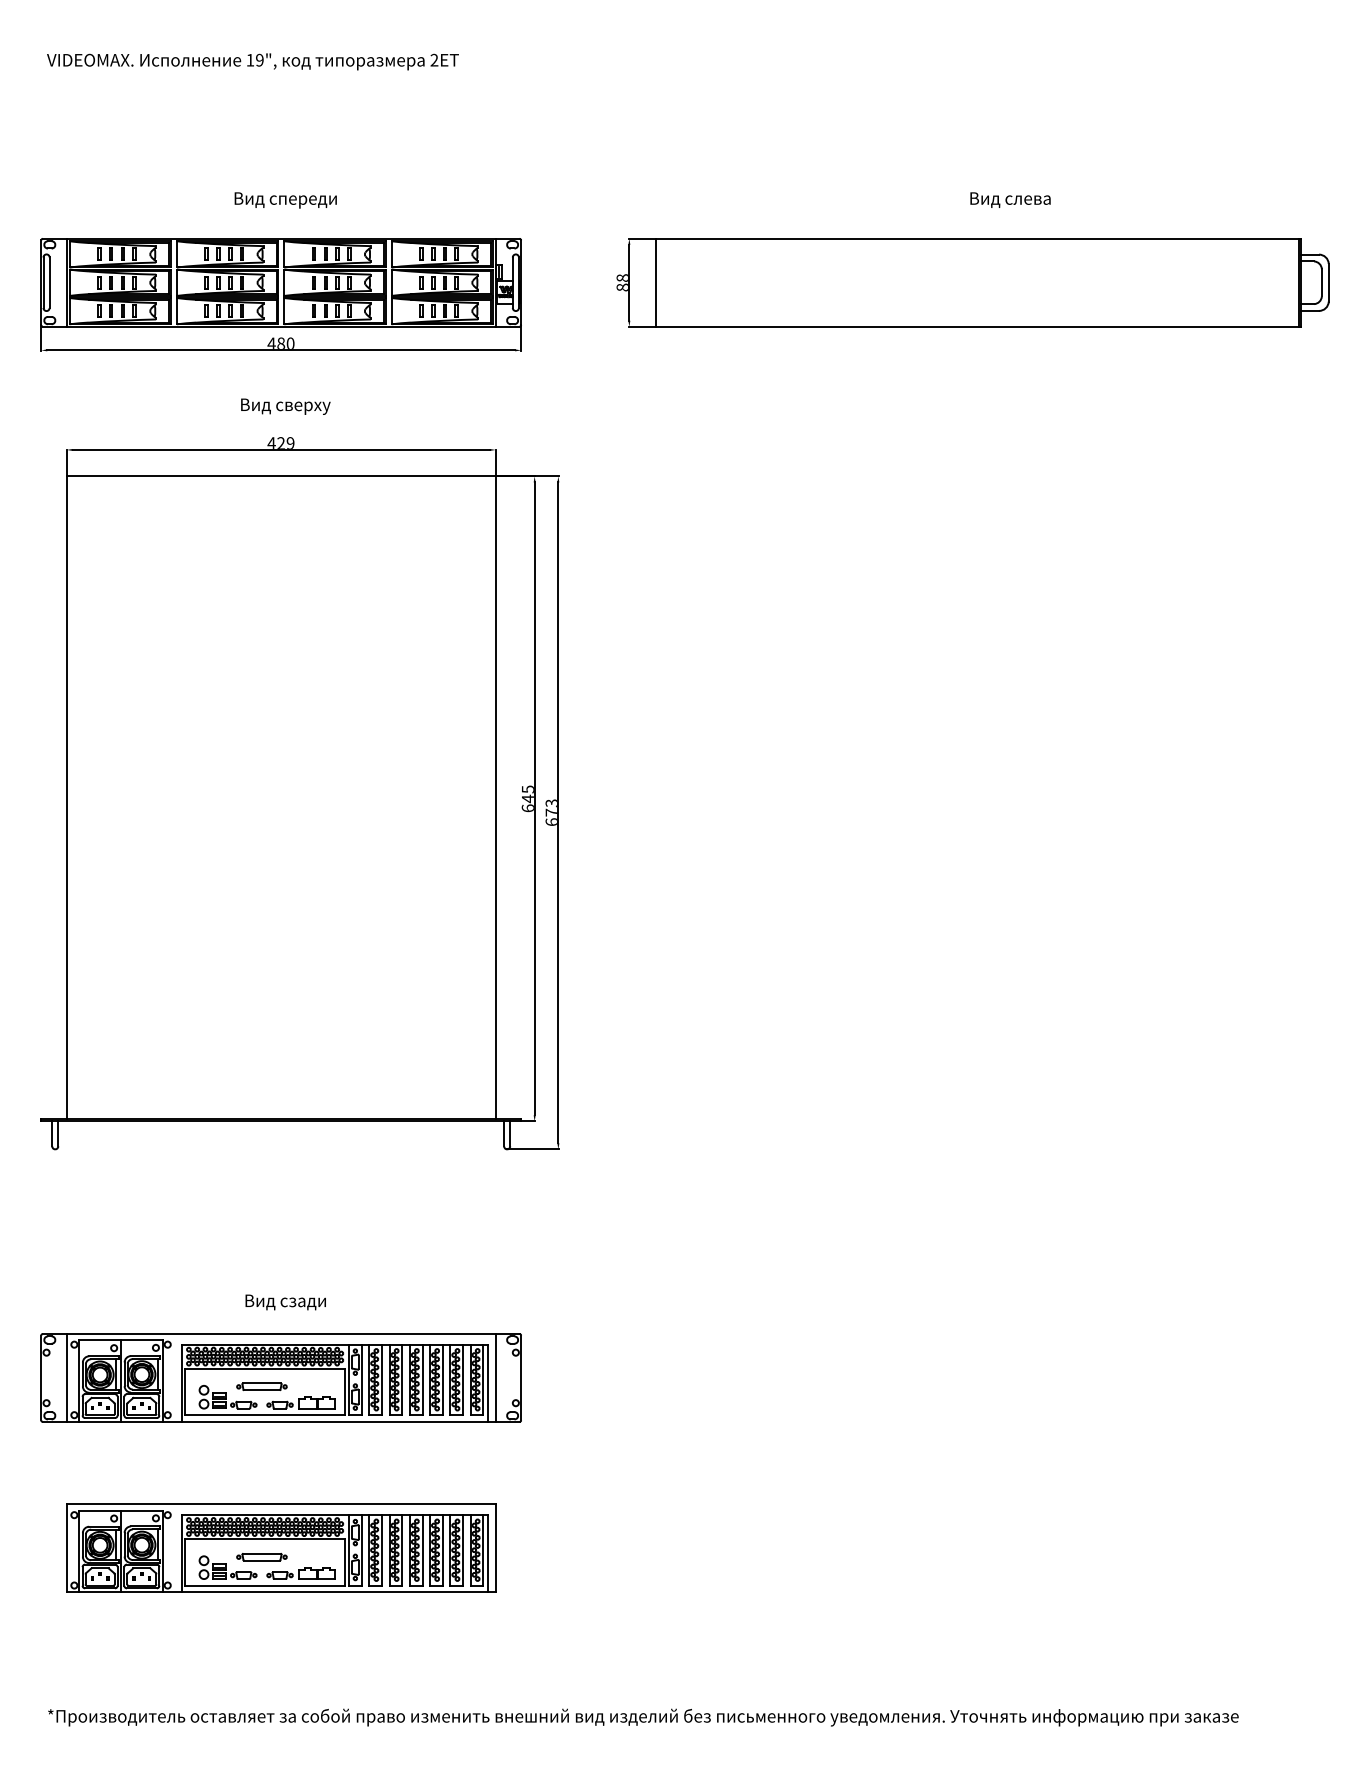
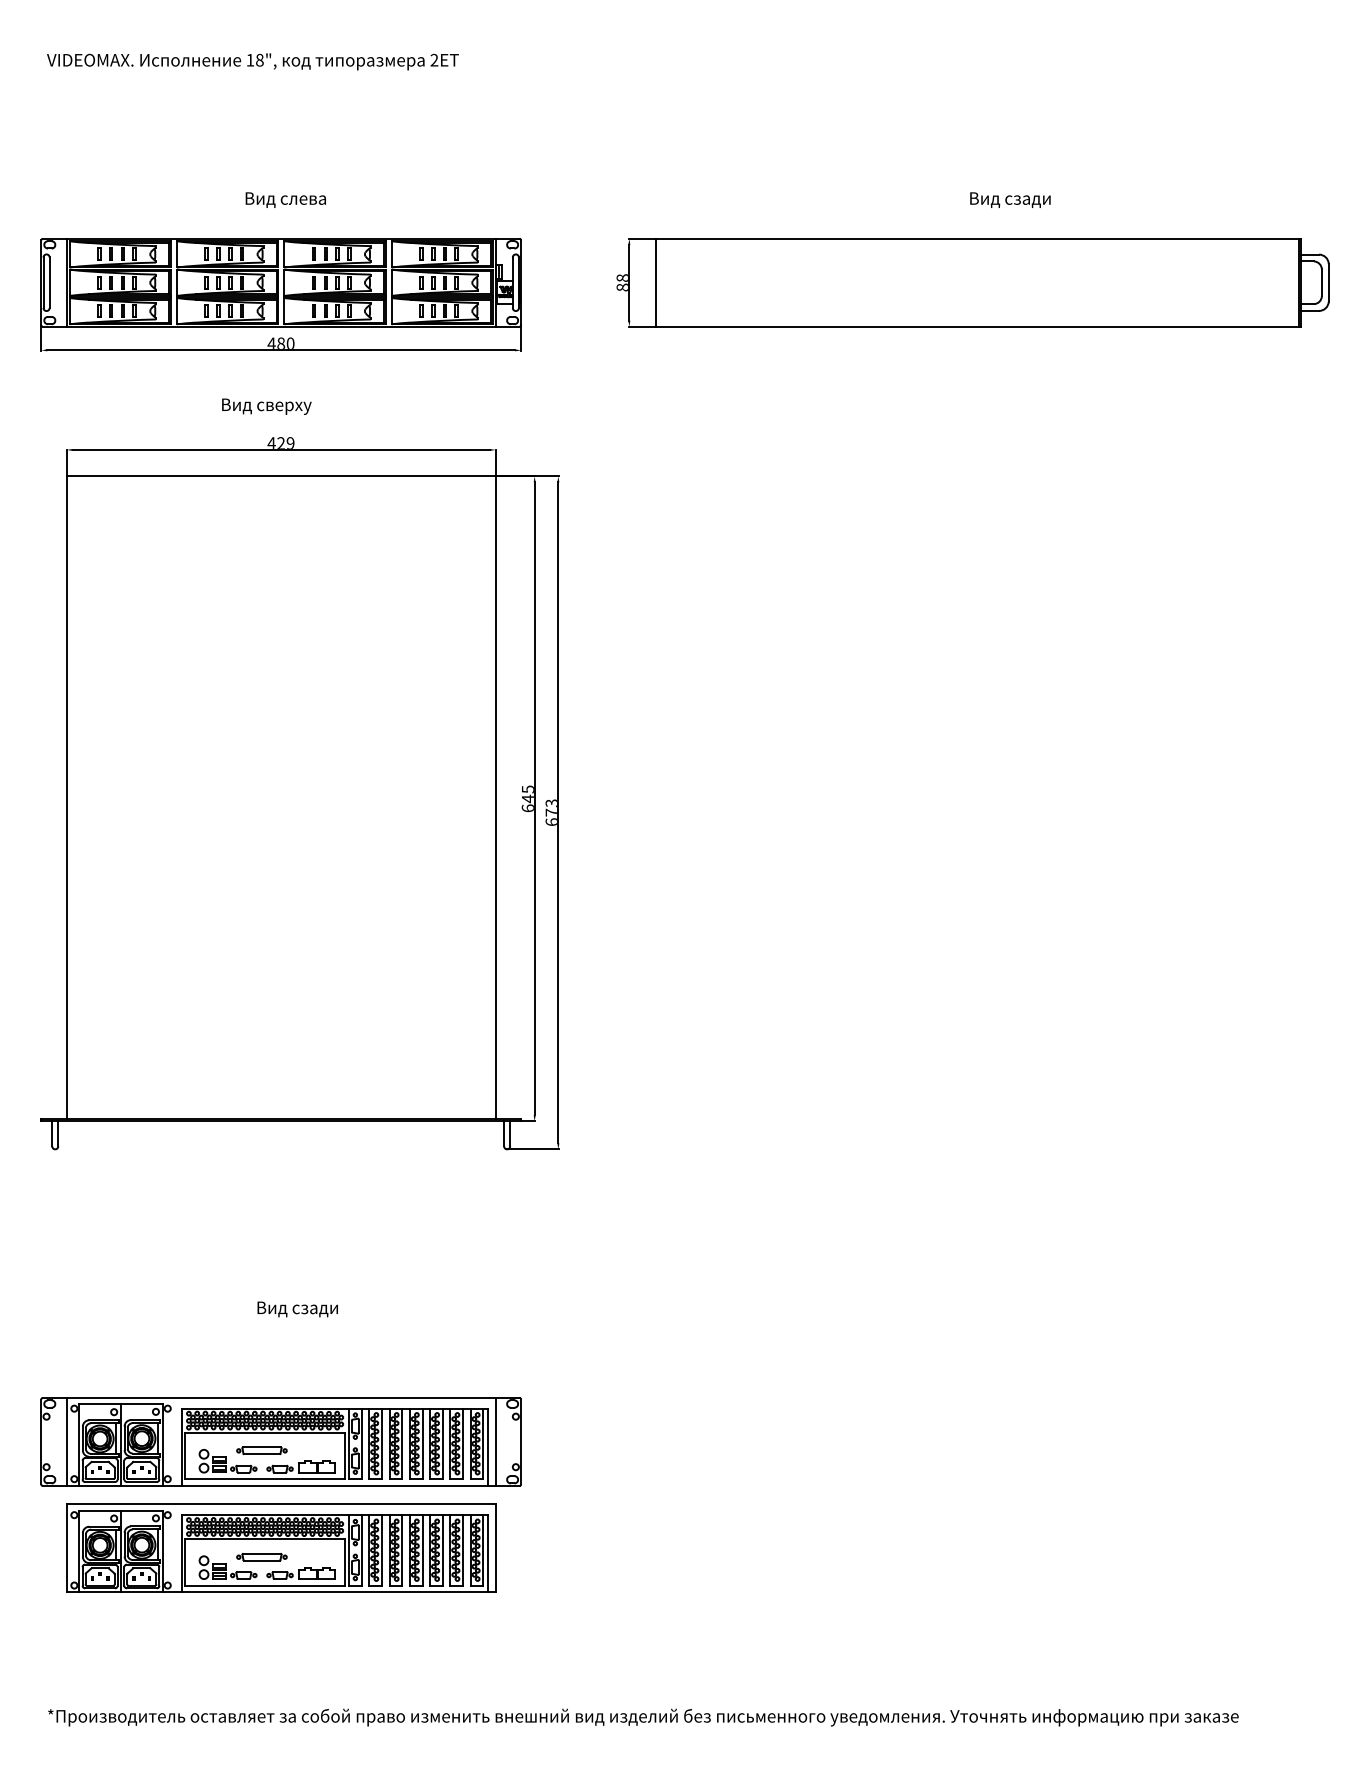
text at (259, 60): 19", -> 18",
text at (1010, 199): Вид слева -> Вид сзади
text at (285, 200): Вид спереди -> Вид слева
text at (285, 406) position: (285, 406) -> (266, 406)
text at (285, 1302) position: (285, 1302) -> (297, 1309)
part at (280, 1377) position: (280, 1377) -> (280, 1441)
